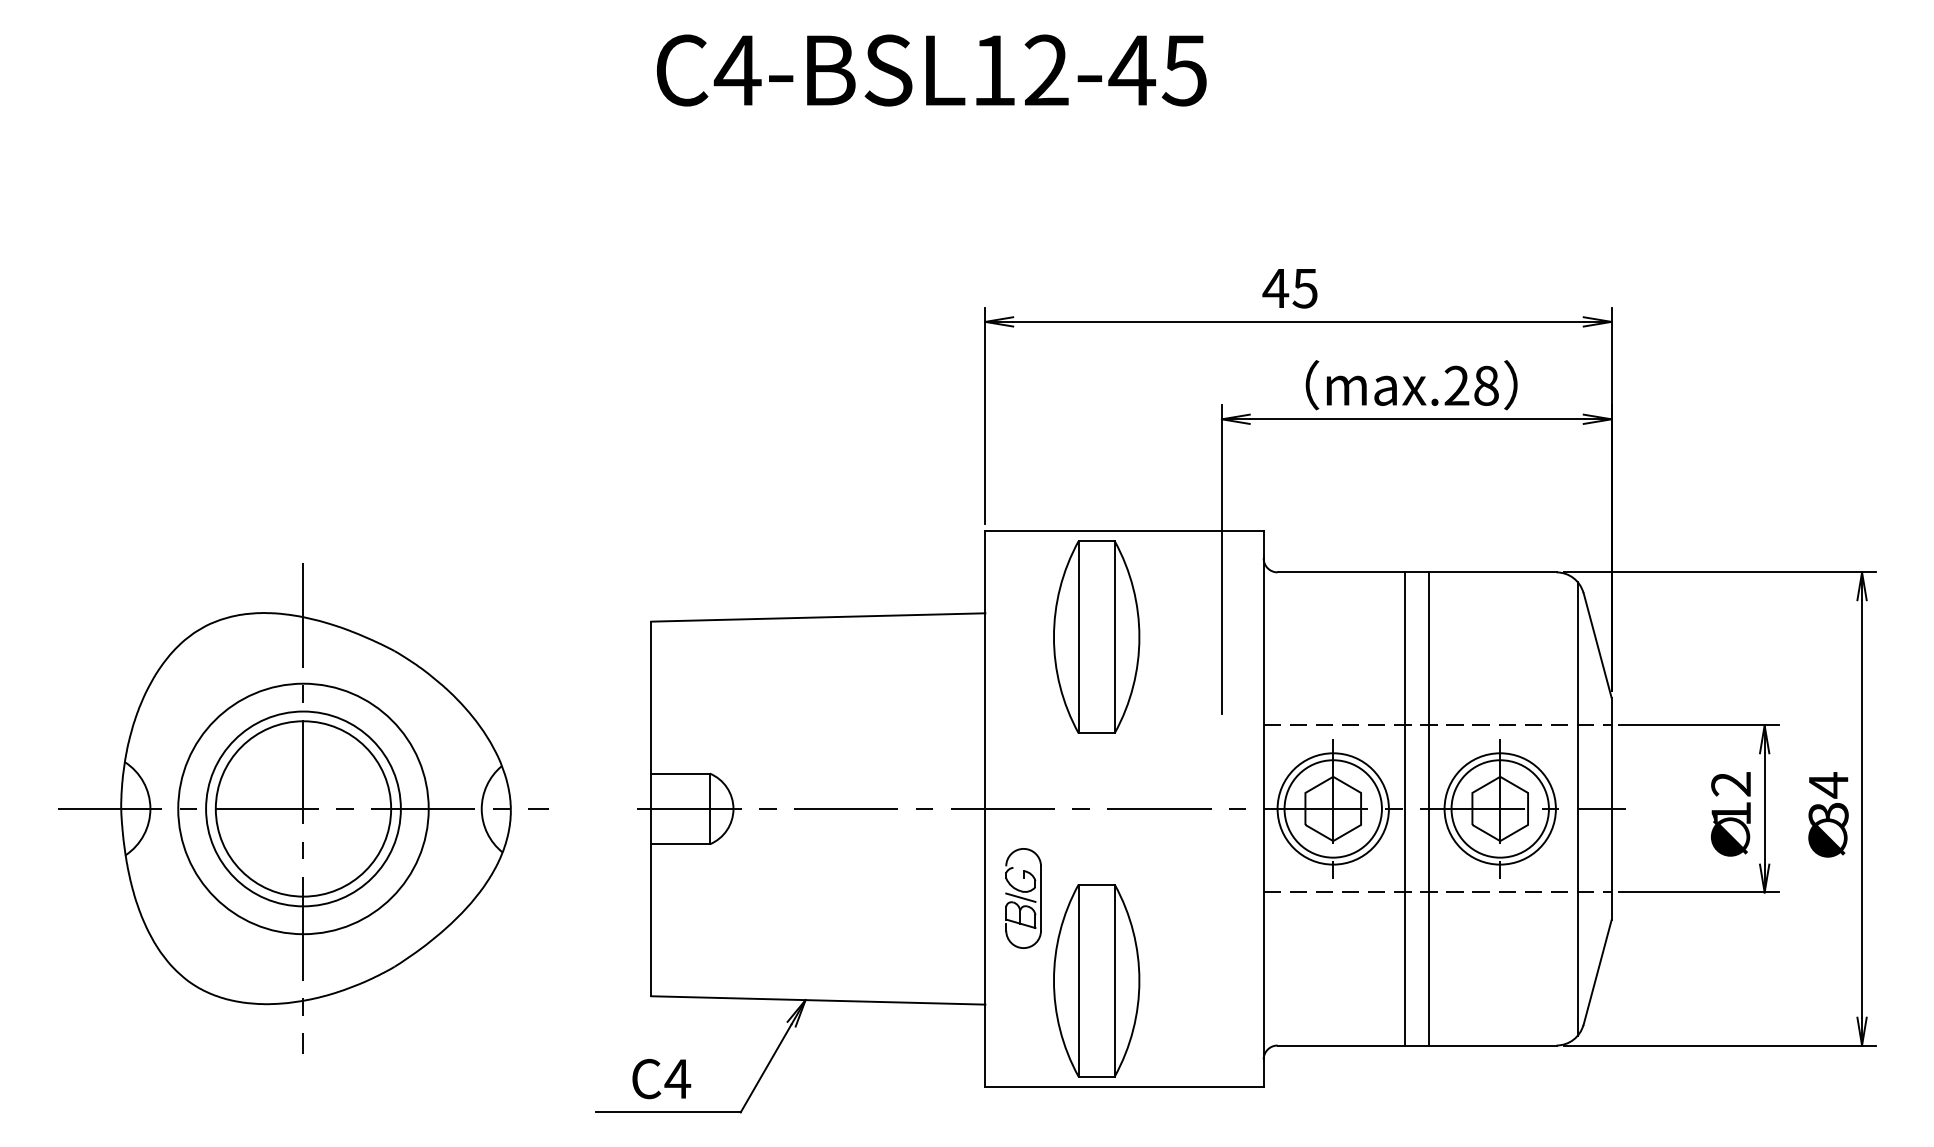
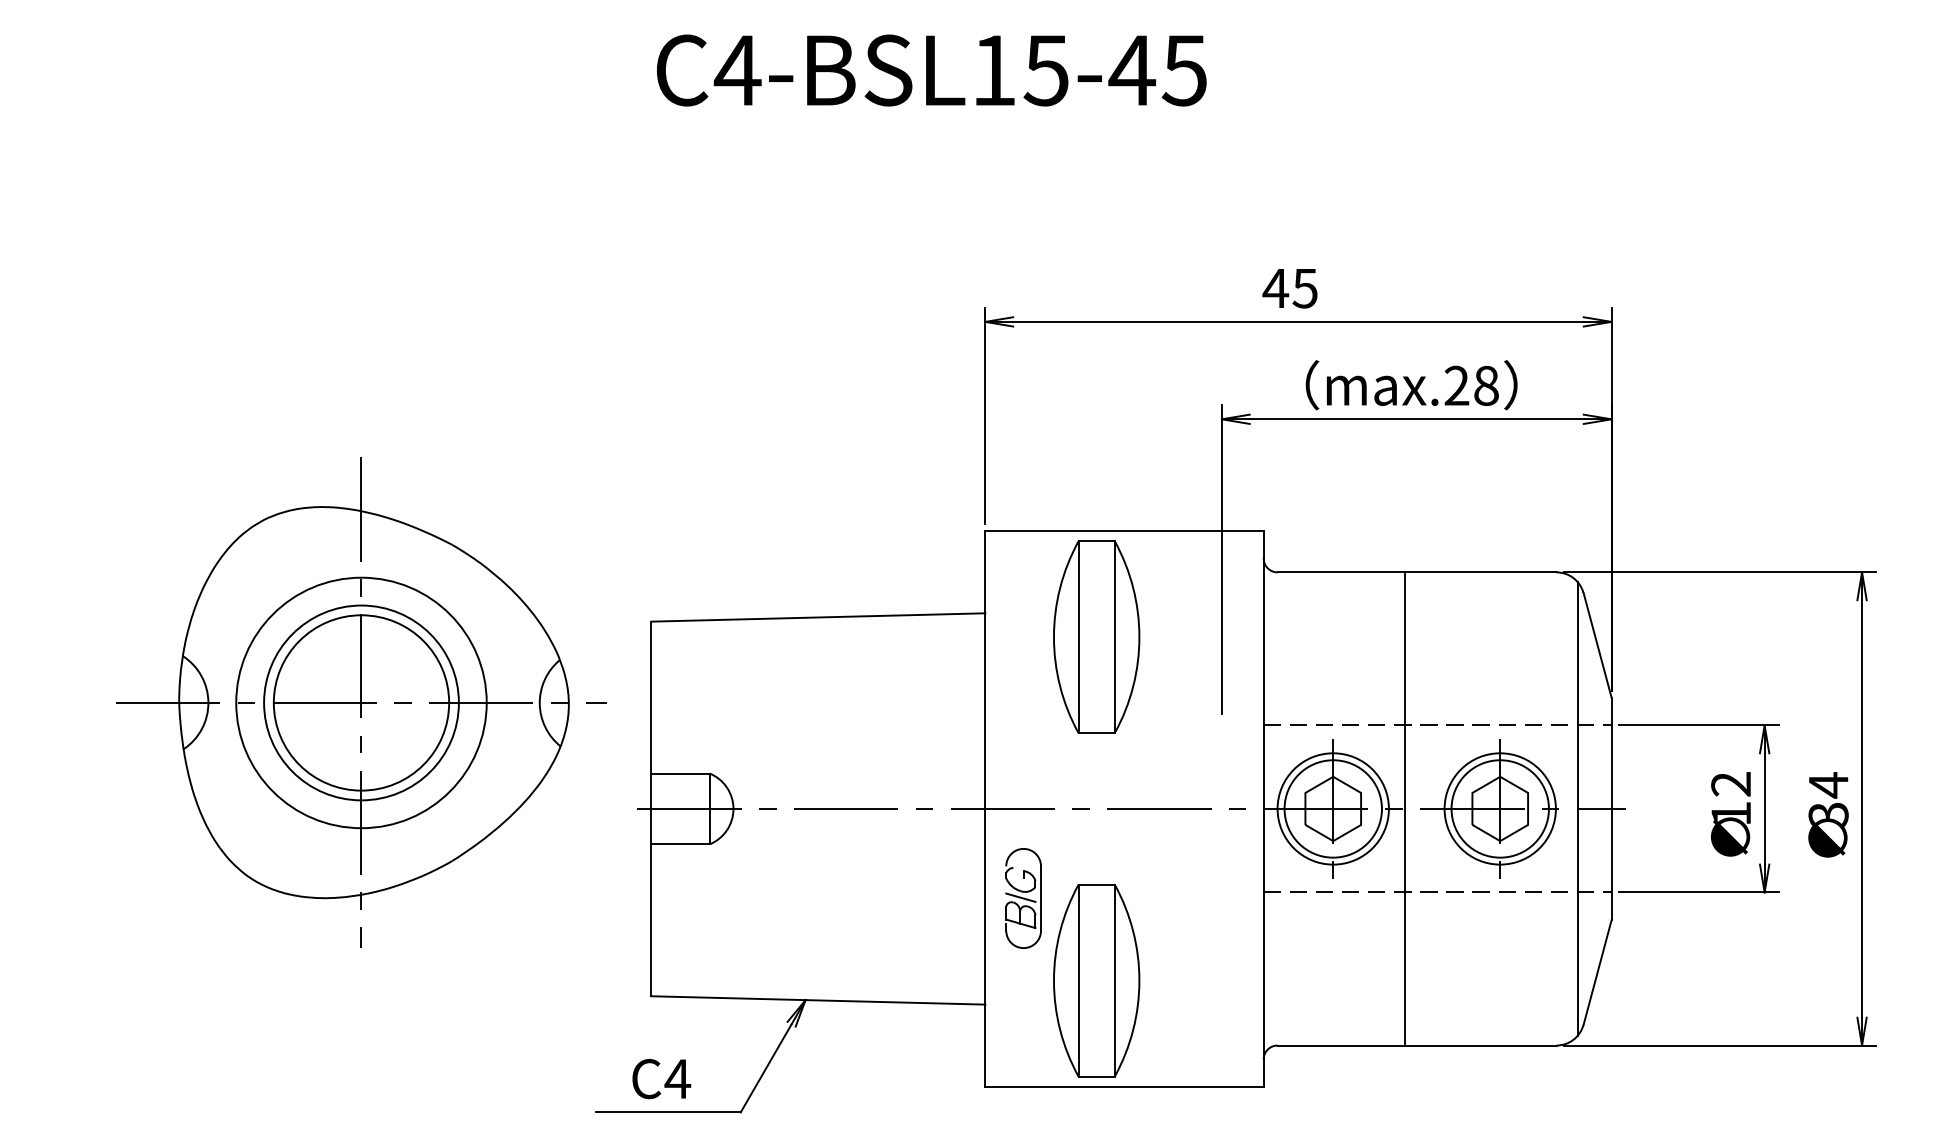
text at (1045, 70): C4-BSL12-45 -> C4-BSL15-45
part at (303, 808) position: (303, 808) -> (361, 702)
line at (1428, 808): present -> none
